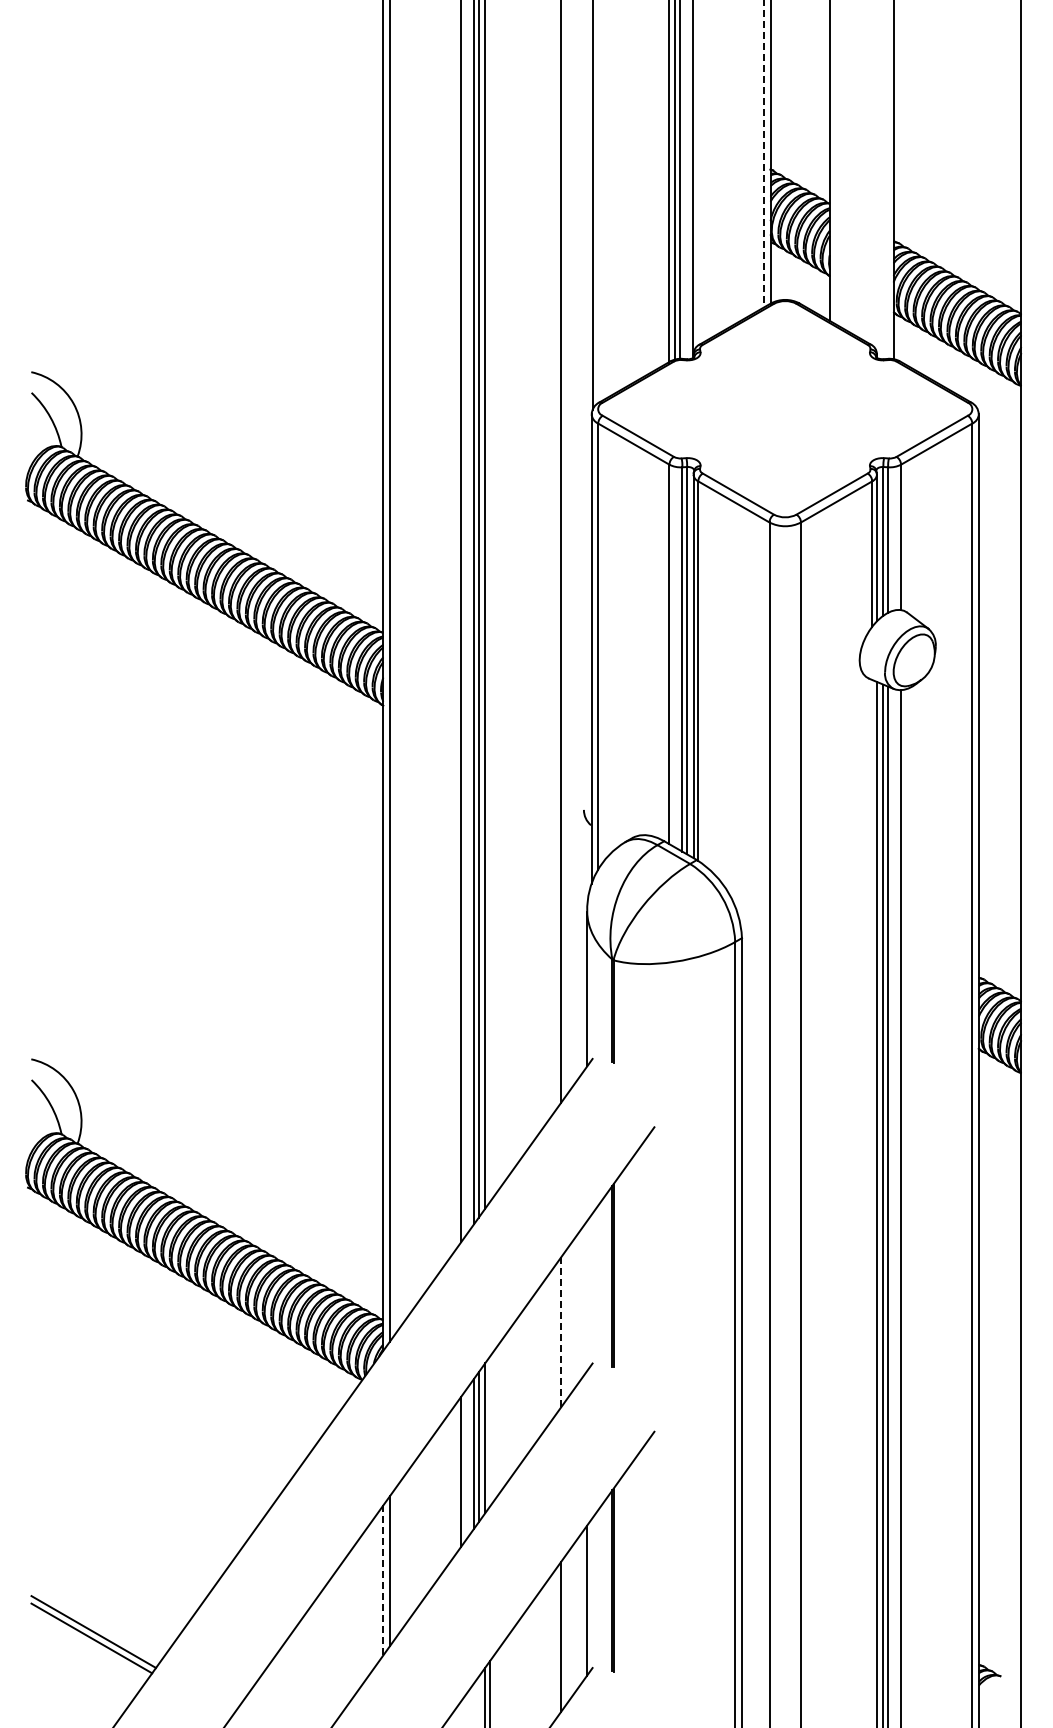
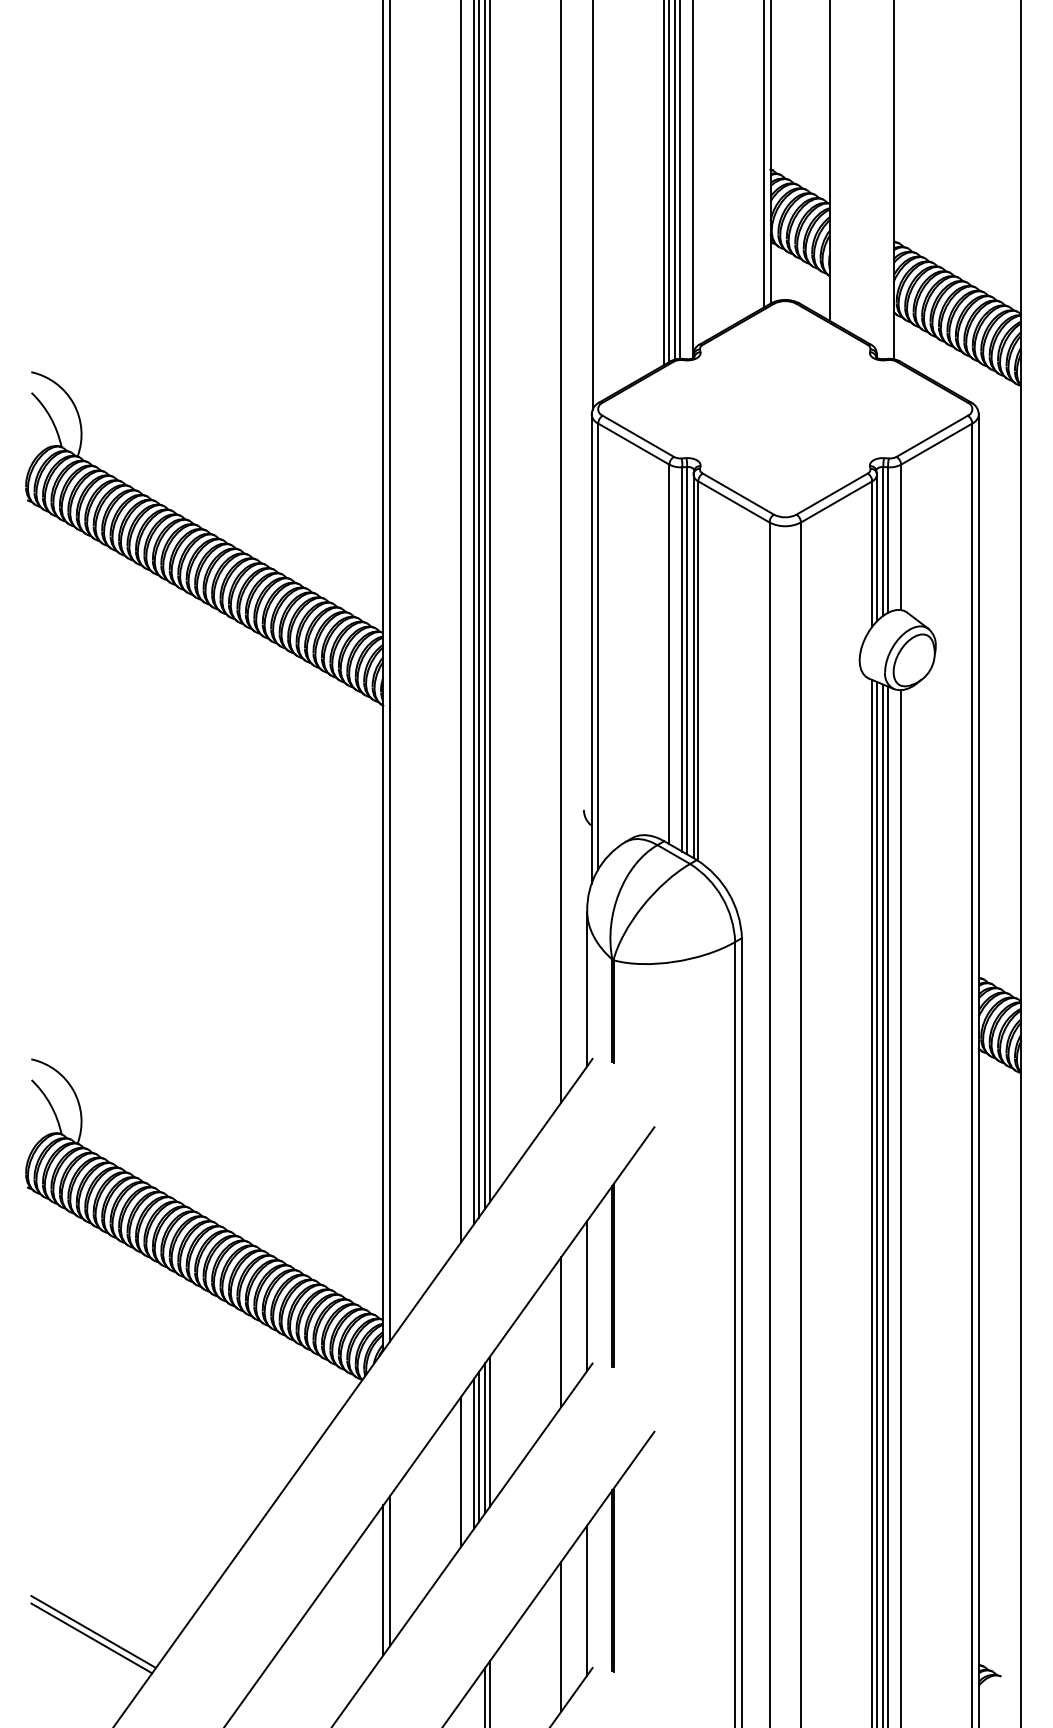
line at (764, 154): dashed -> solid
line at (663, 183): none -> present
line at (489, 602): none -> present
line at (872, 1202): none -> present
line at (587, 1295): none -> present
line at (561, 1332): dashed -> solid
line at (489, 1431): none -> present
line at (383, 1580): dashed -> solid
